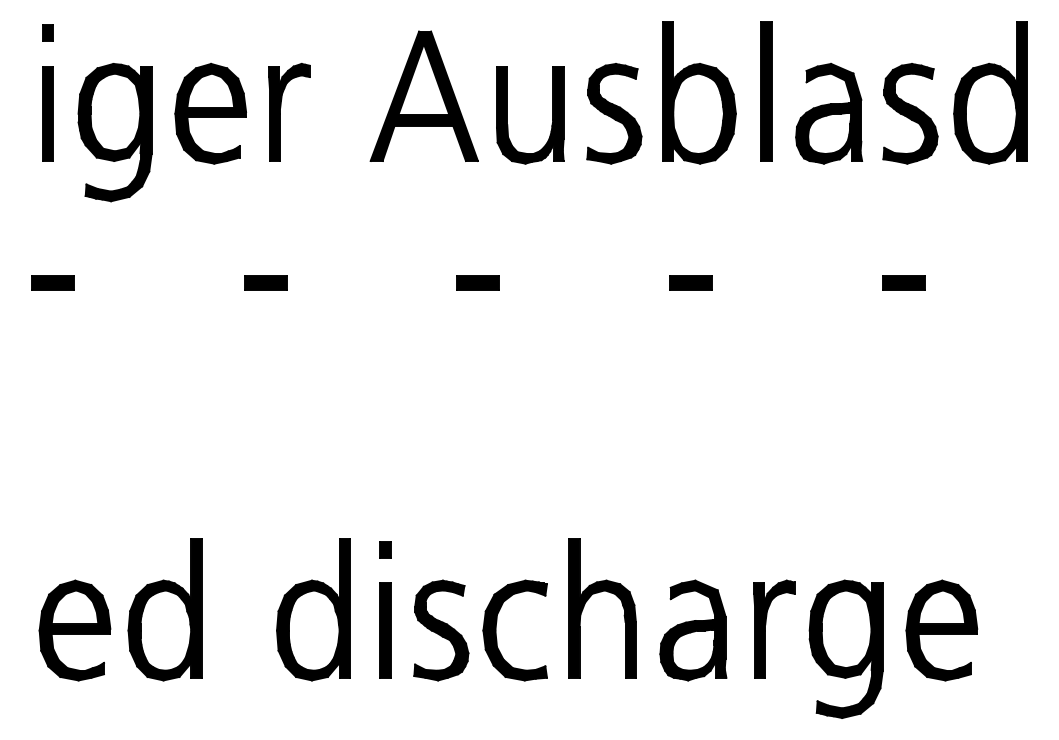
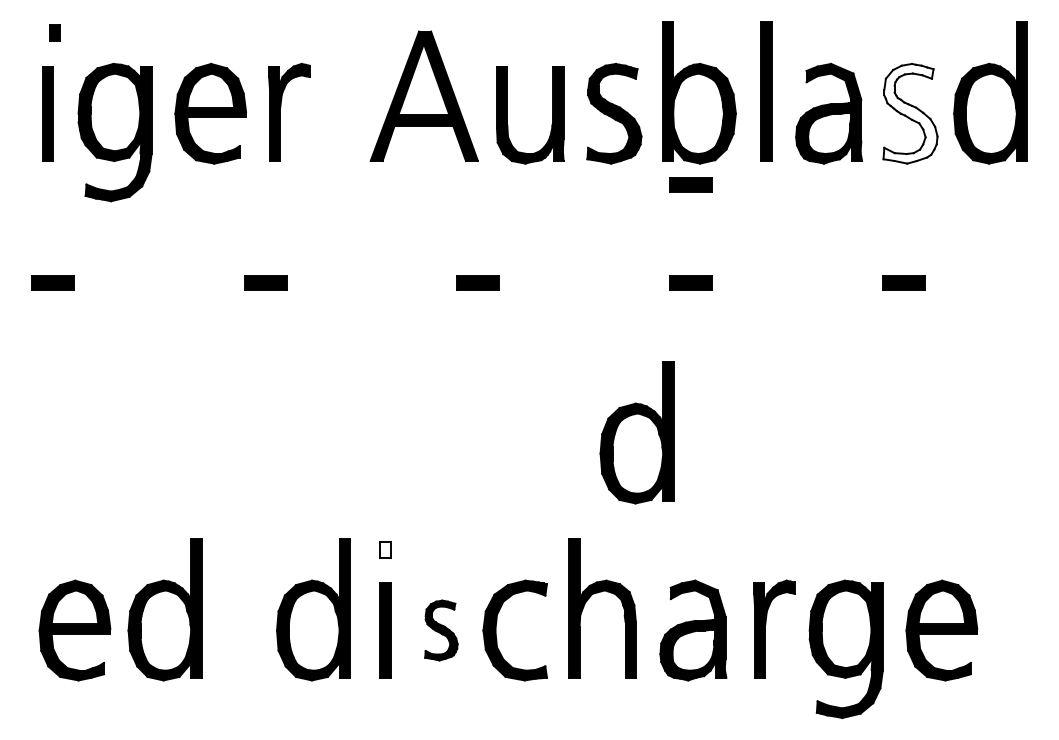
part at (47, 32) position: (47, 32) -> (54, 32)
fill at (910, 113): present -> none
part at (690, 184): none -> present
part at (636, 432): none -> present
fill at (385, 549): present -> none
part at (441, 630) size: 57x103 px -> 35x63 px
